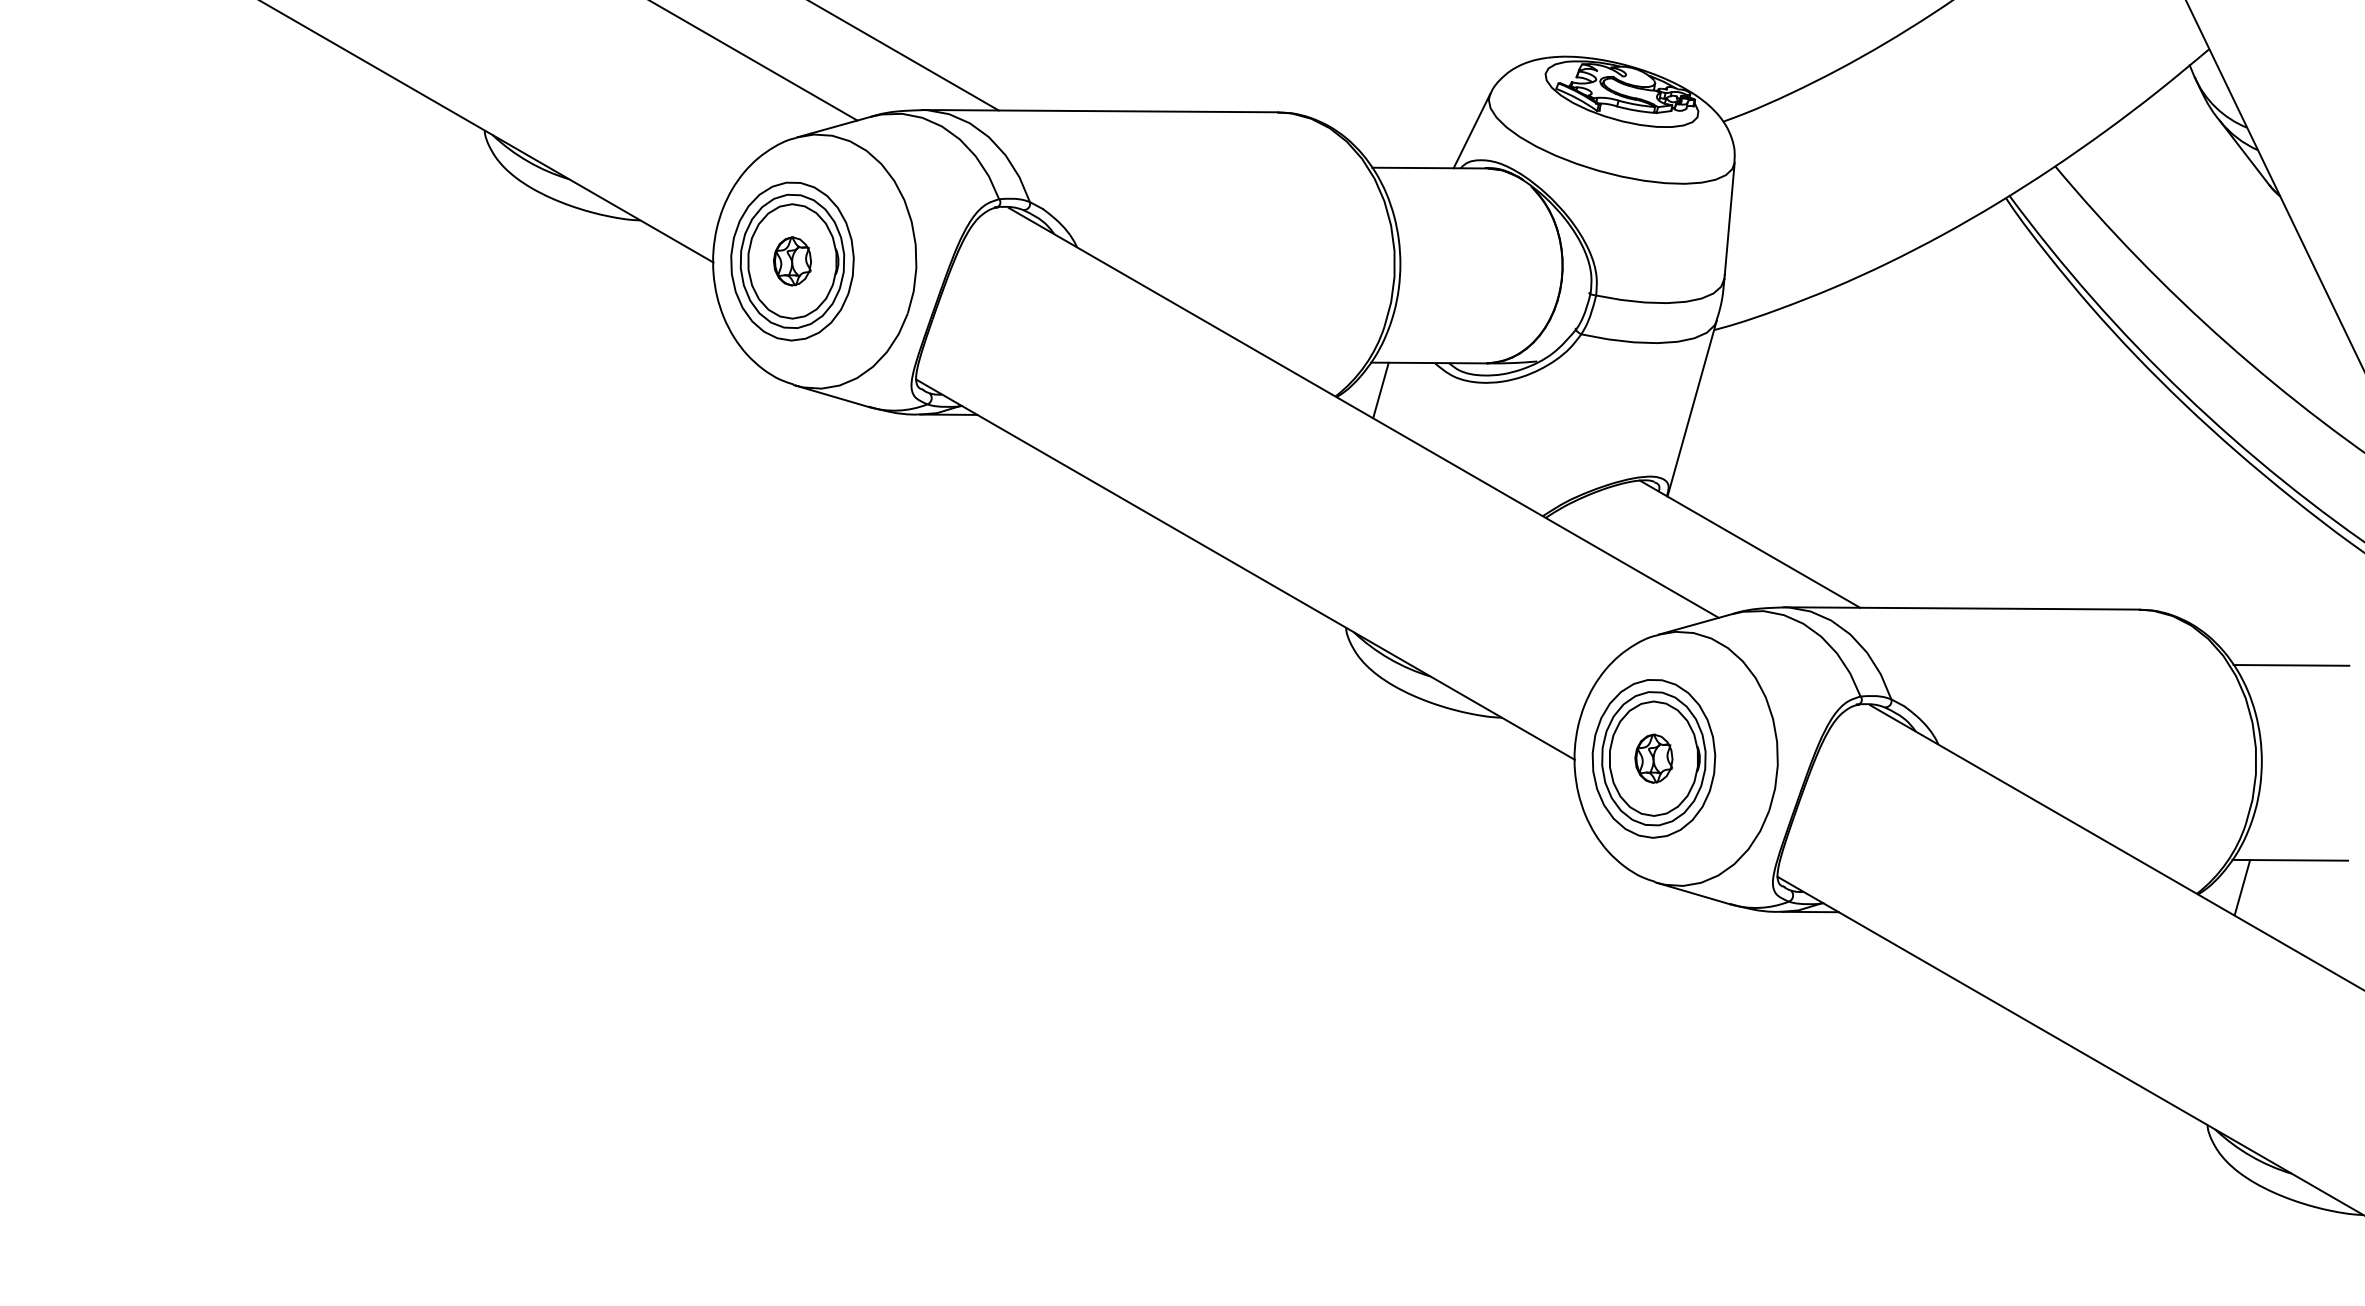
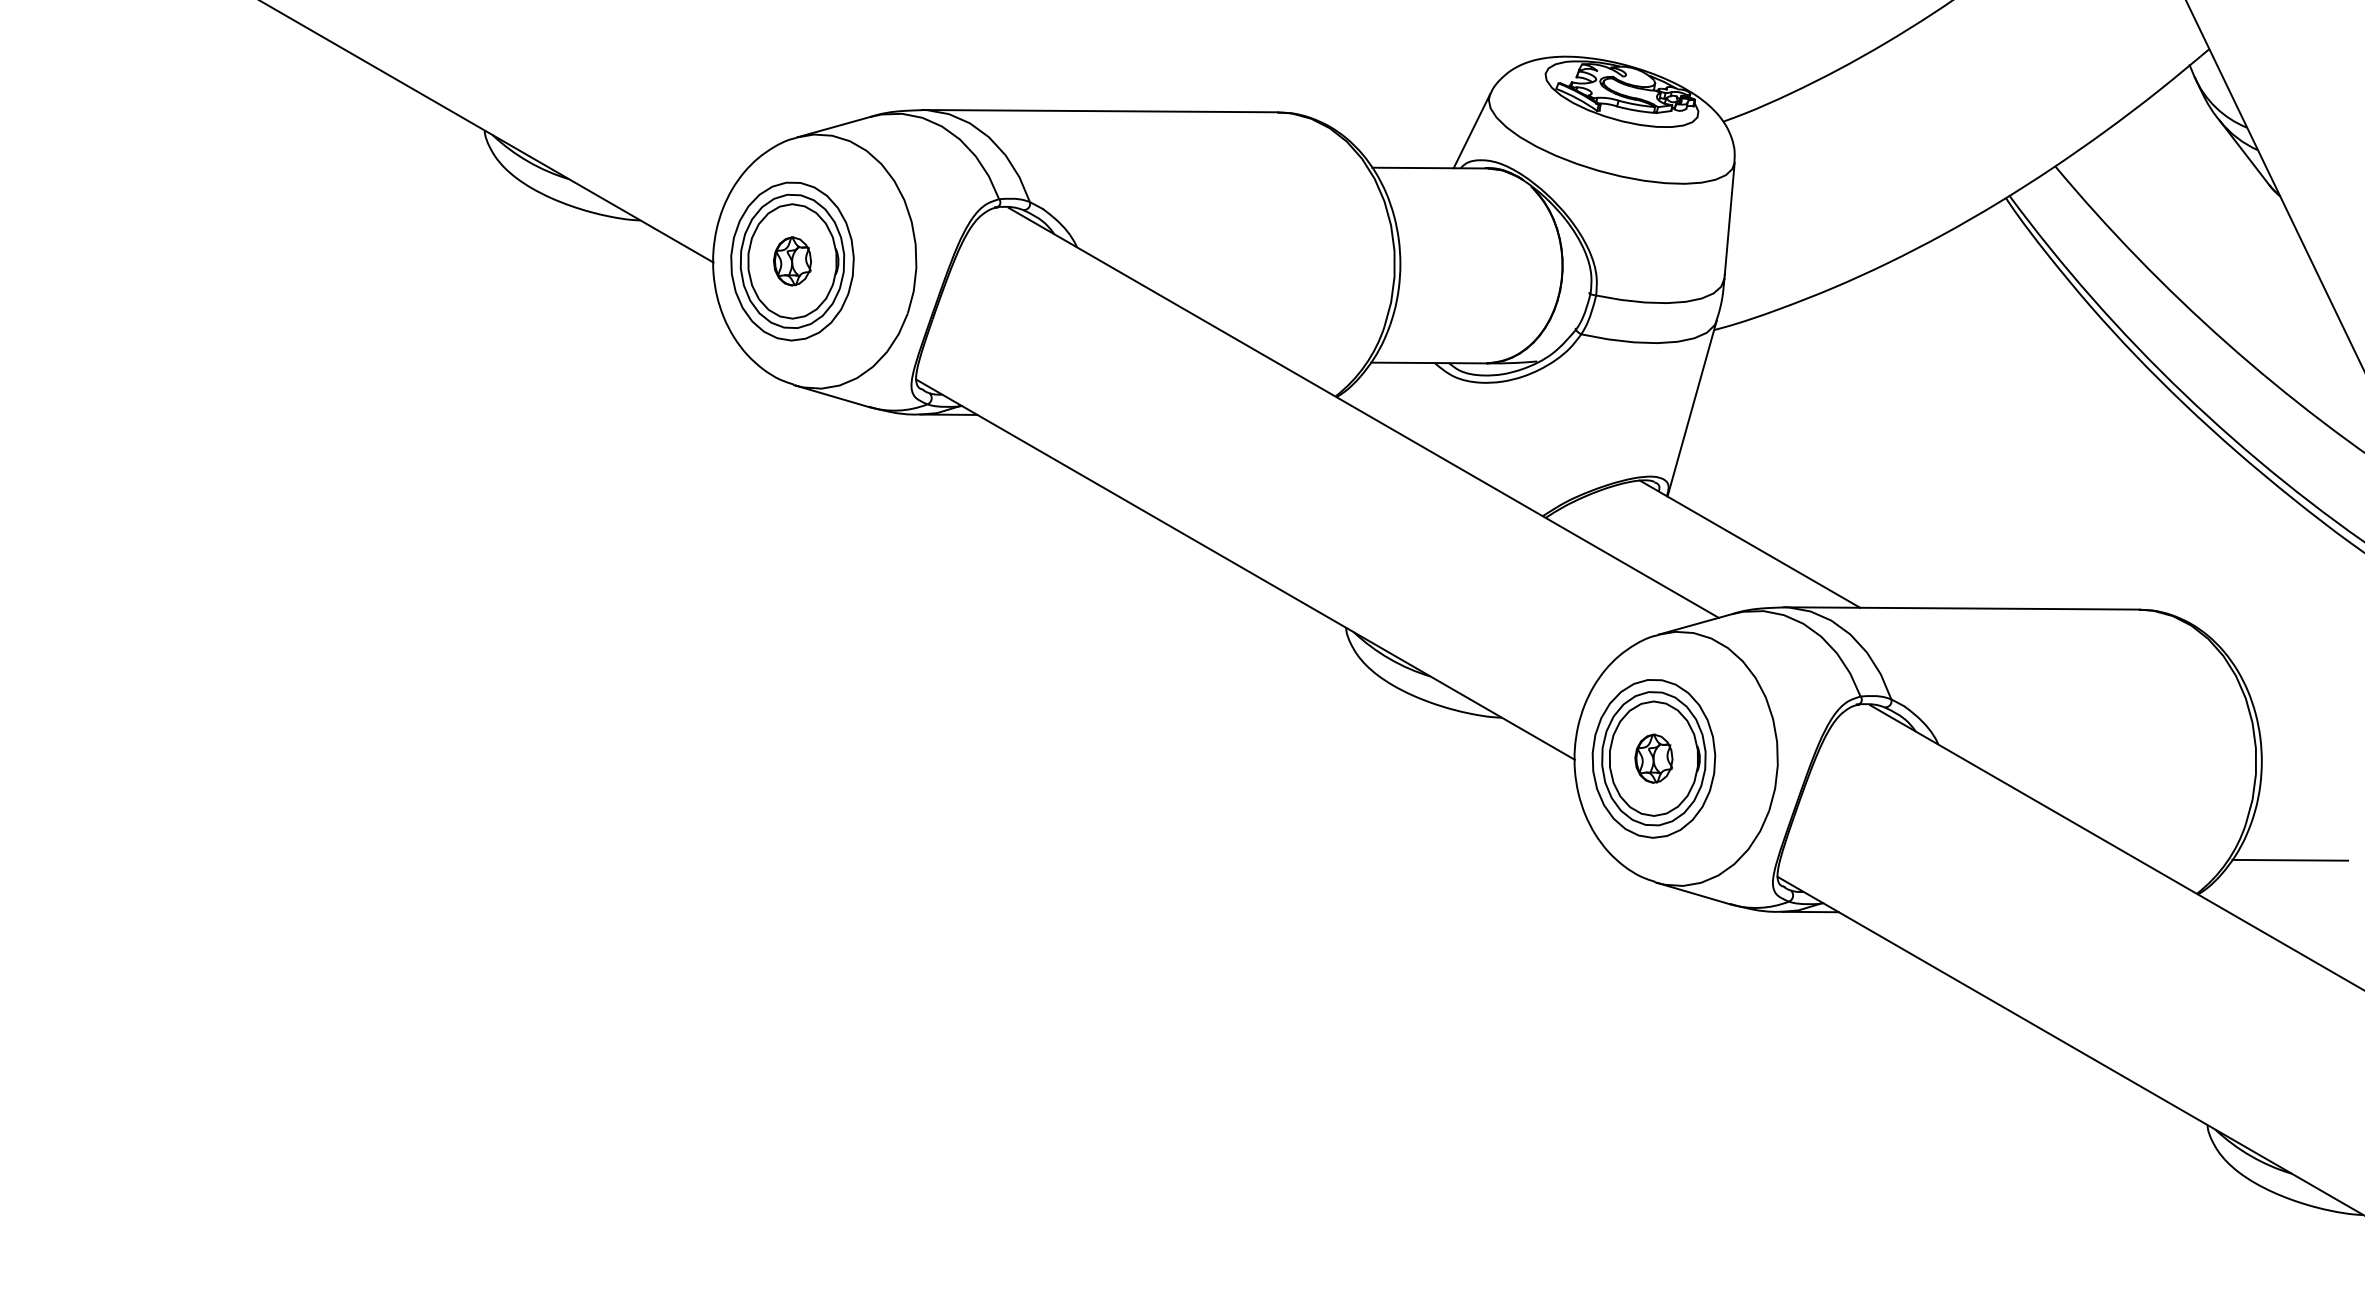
line at (904, 56): present -> none
line at (754, 61): present -> none
line at (1380, 389): present -> none
line at (2291, 665): present -> none
line at (2242, 887): present -> none
